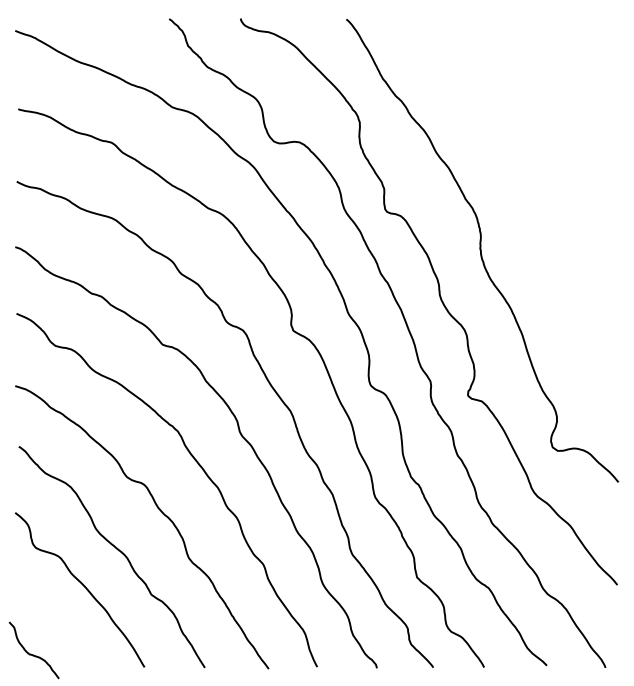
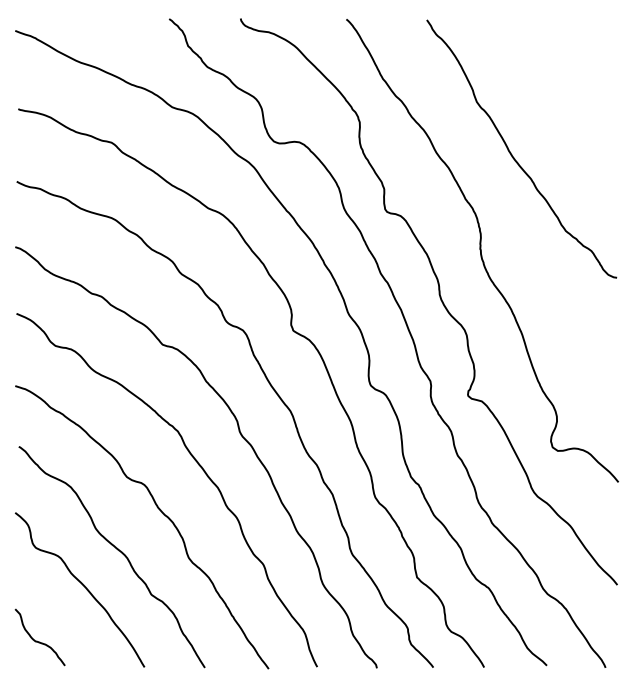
curve at (511, 152): none -> present
curve at (31, 653) position: (31, 653) -> (37, 640)
